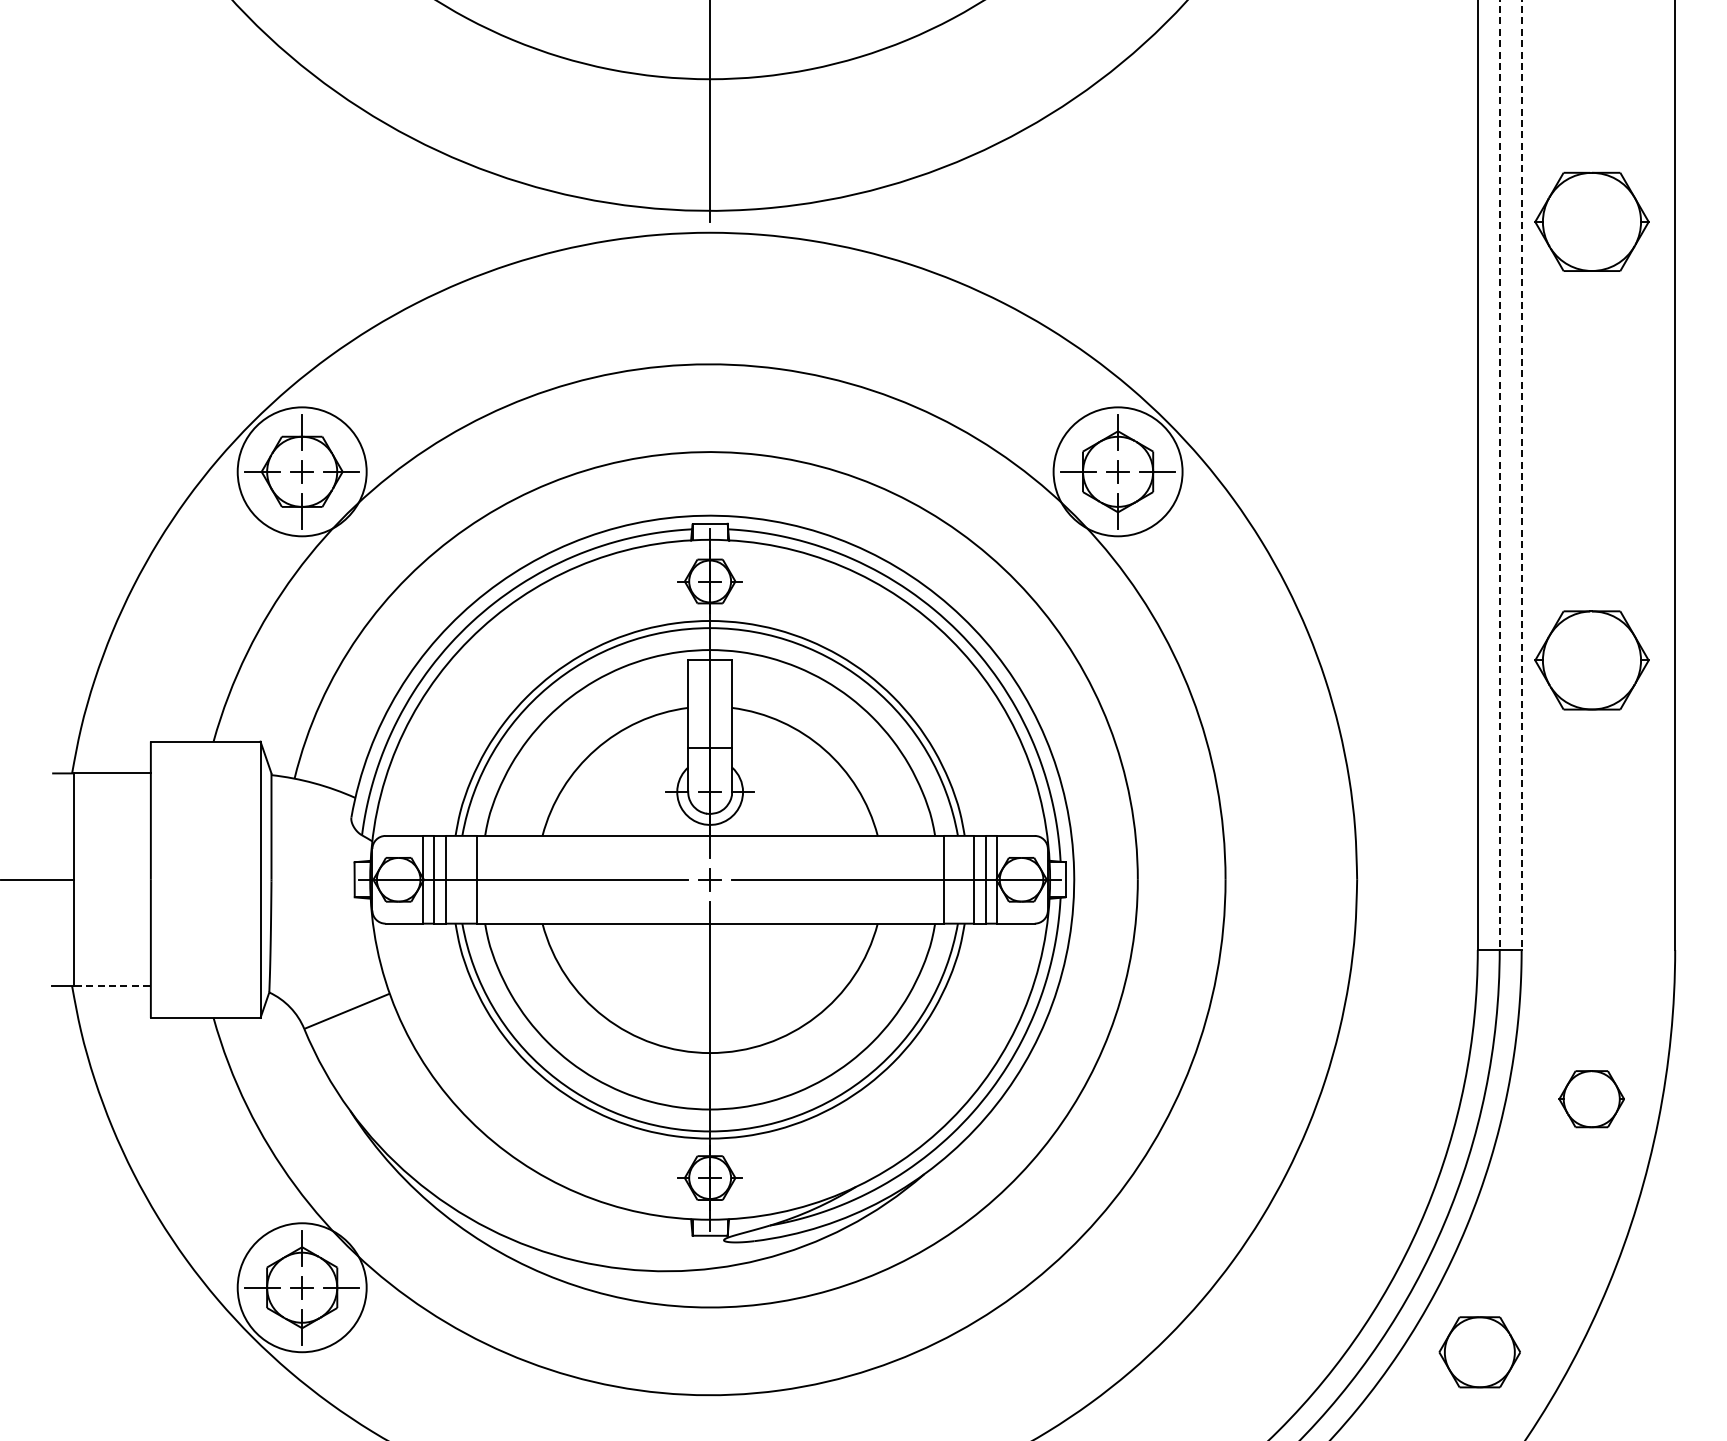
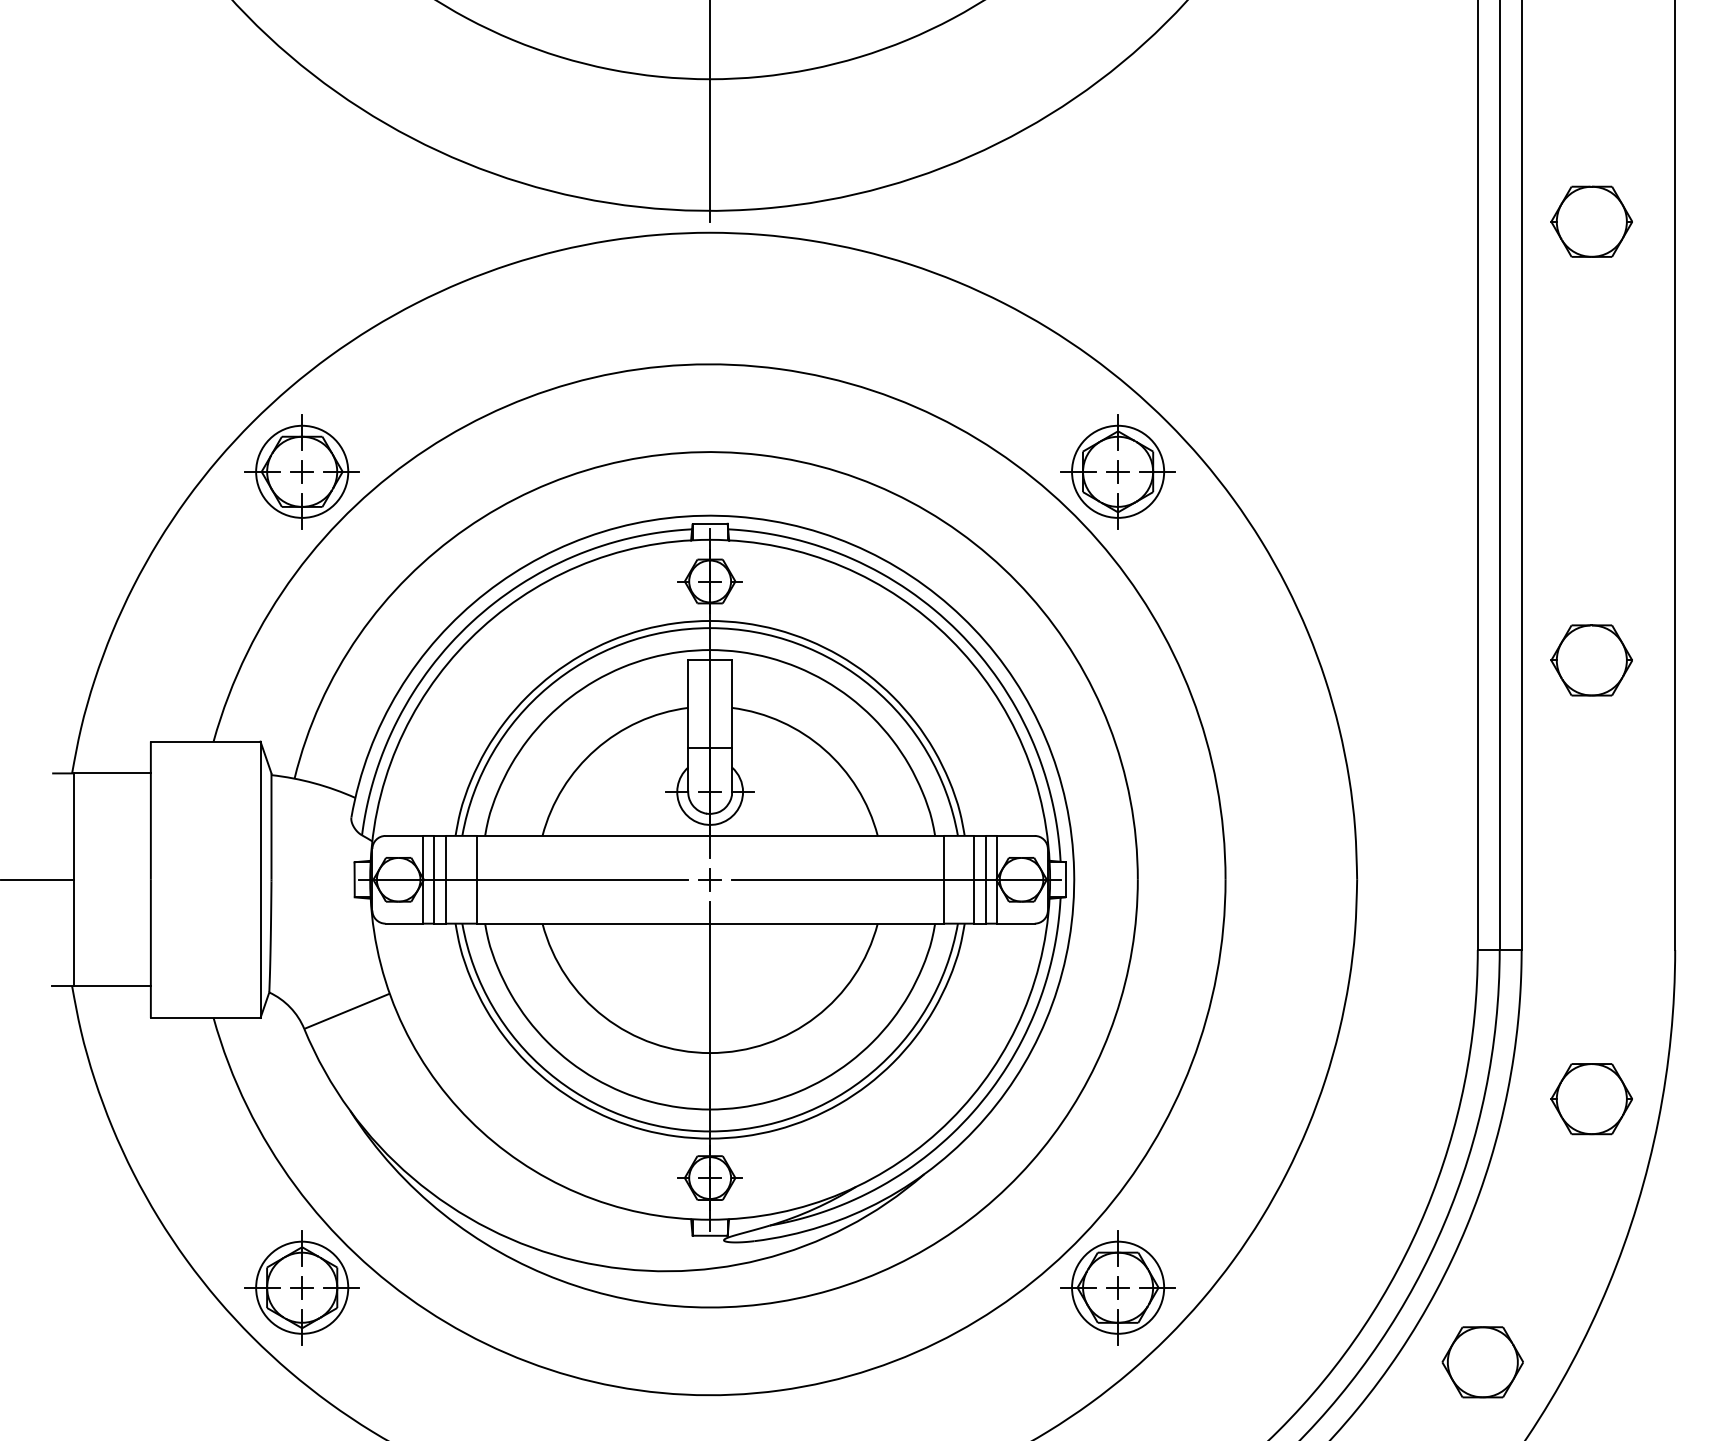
part at (1591, 221) size: 116x101 px -> 83x73 px
circle at (301, 471) diameter: 129 px -> 92 px
circle at (1117, 471) diameter: 129 px -> 92 px
line at (1499, 475): dashed -> solid
line at (1521, 475): dashed -> solid
part at (1591, 660) size: 116x101 px -> 83x73 px
line at (113, 986): dashed -> solid
part at (1591, 1099) size: 67x59 px -> 83x73 px
circle at (301, 1287) diameter: 129 px -> 92 px
part at (1117, 1287): none -> present
part at (1479, 1352) position: (1479, 1352) -> (1482, 1362)
